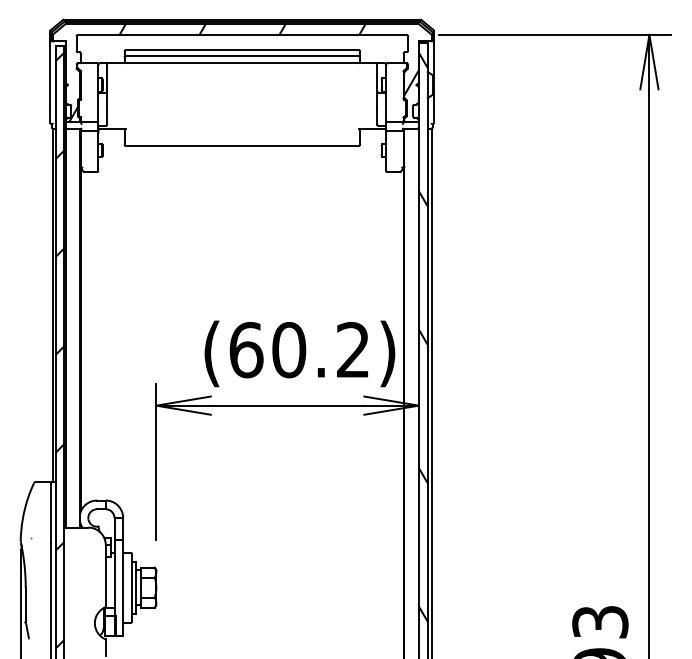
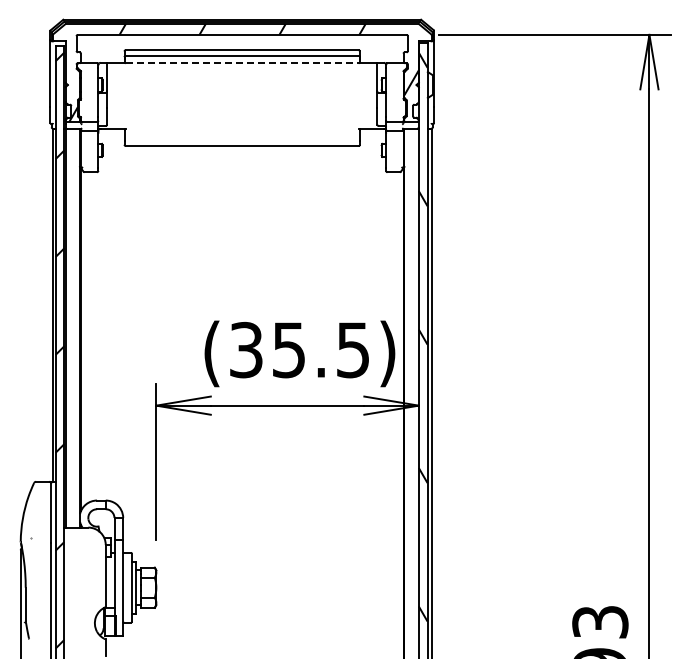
line at (242, 63): solid -> dashed
text at (298, 349): (60.2) -> (35.5)
